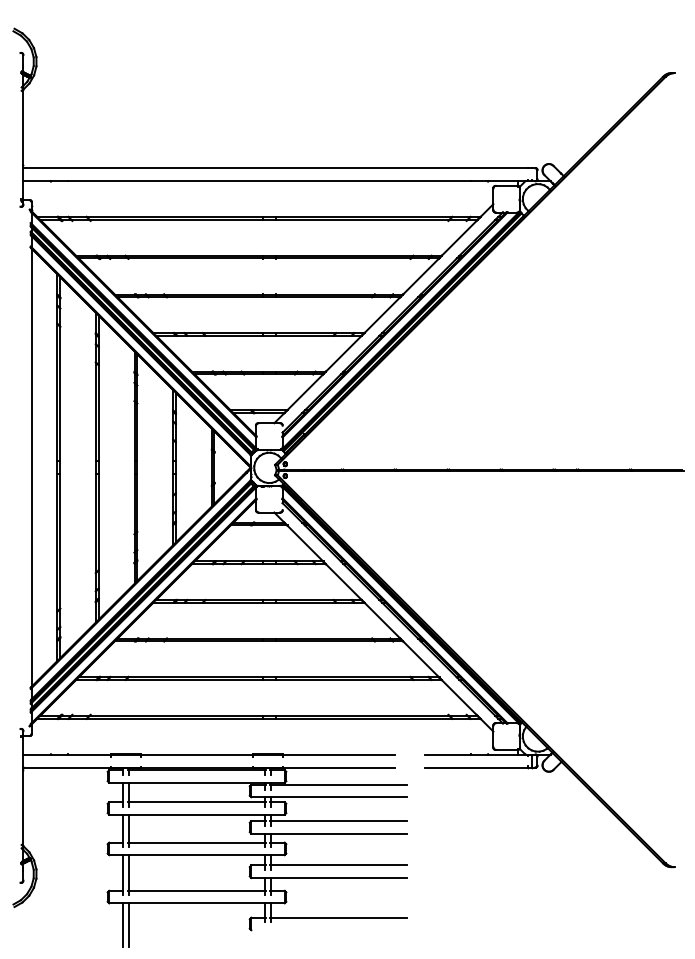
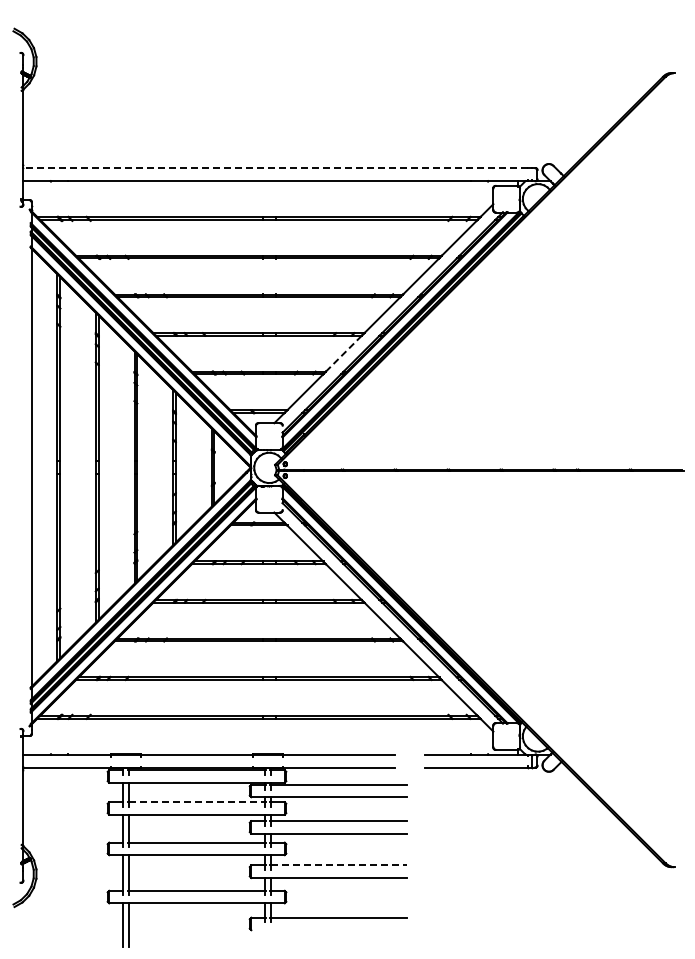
line at (275, 168): solid -> dashed
line at (343, 353): solid -> dashed
line at (197, 802): solid -> dashed
line at (339, 865): solid -> dashed
